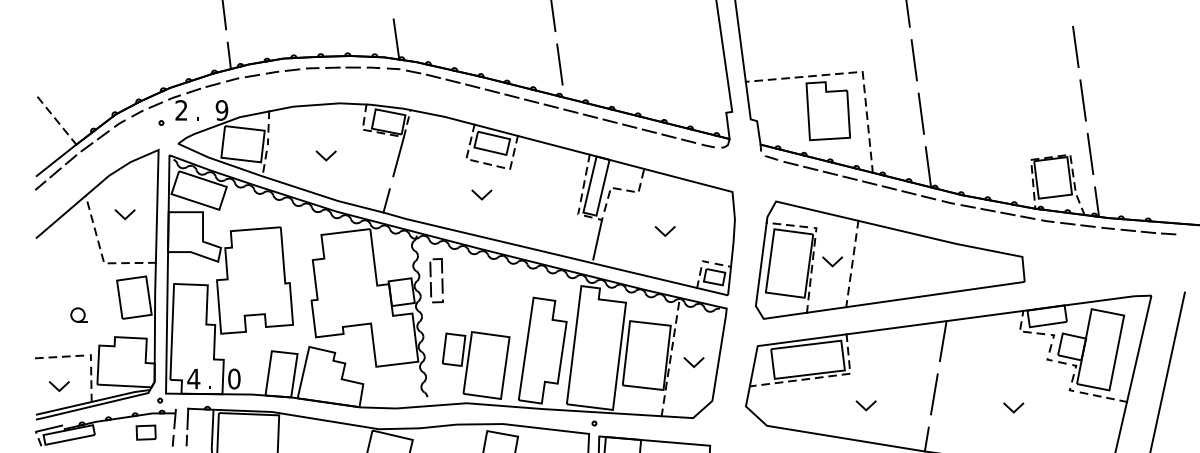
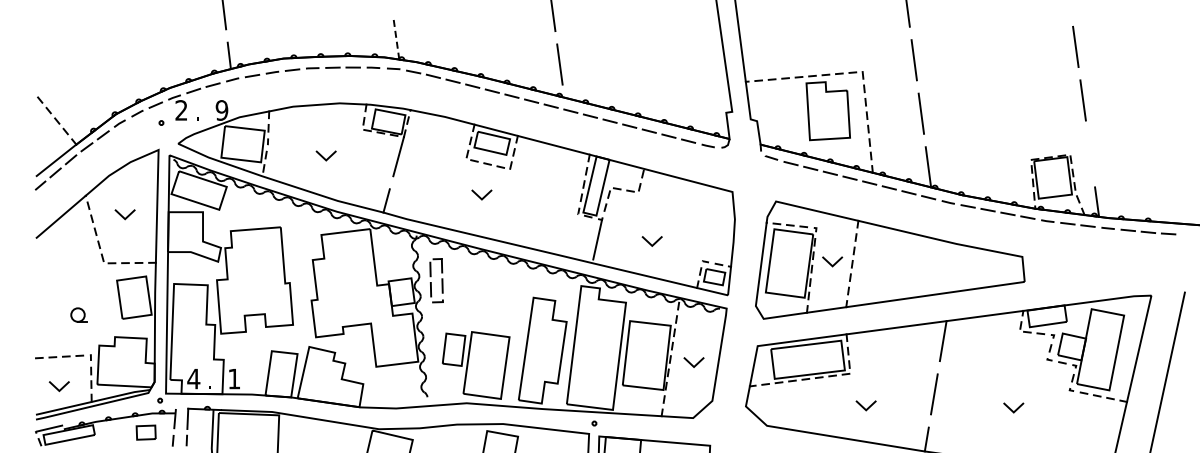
line at (396, 39): solid -> dashed
line at (1090, 153): present -> none
line at (663, 232) position: (663, 232) -> (650, 242)
text at (234, 378): 0 -> 1
